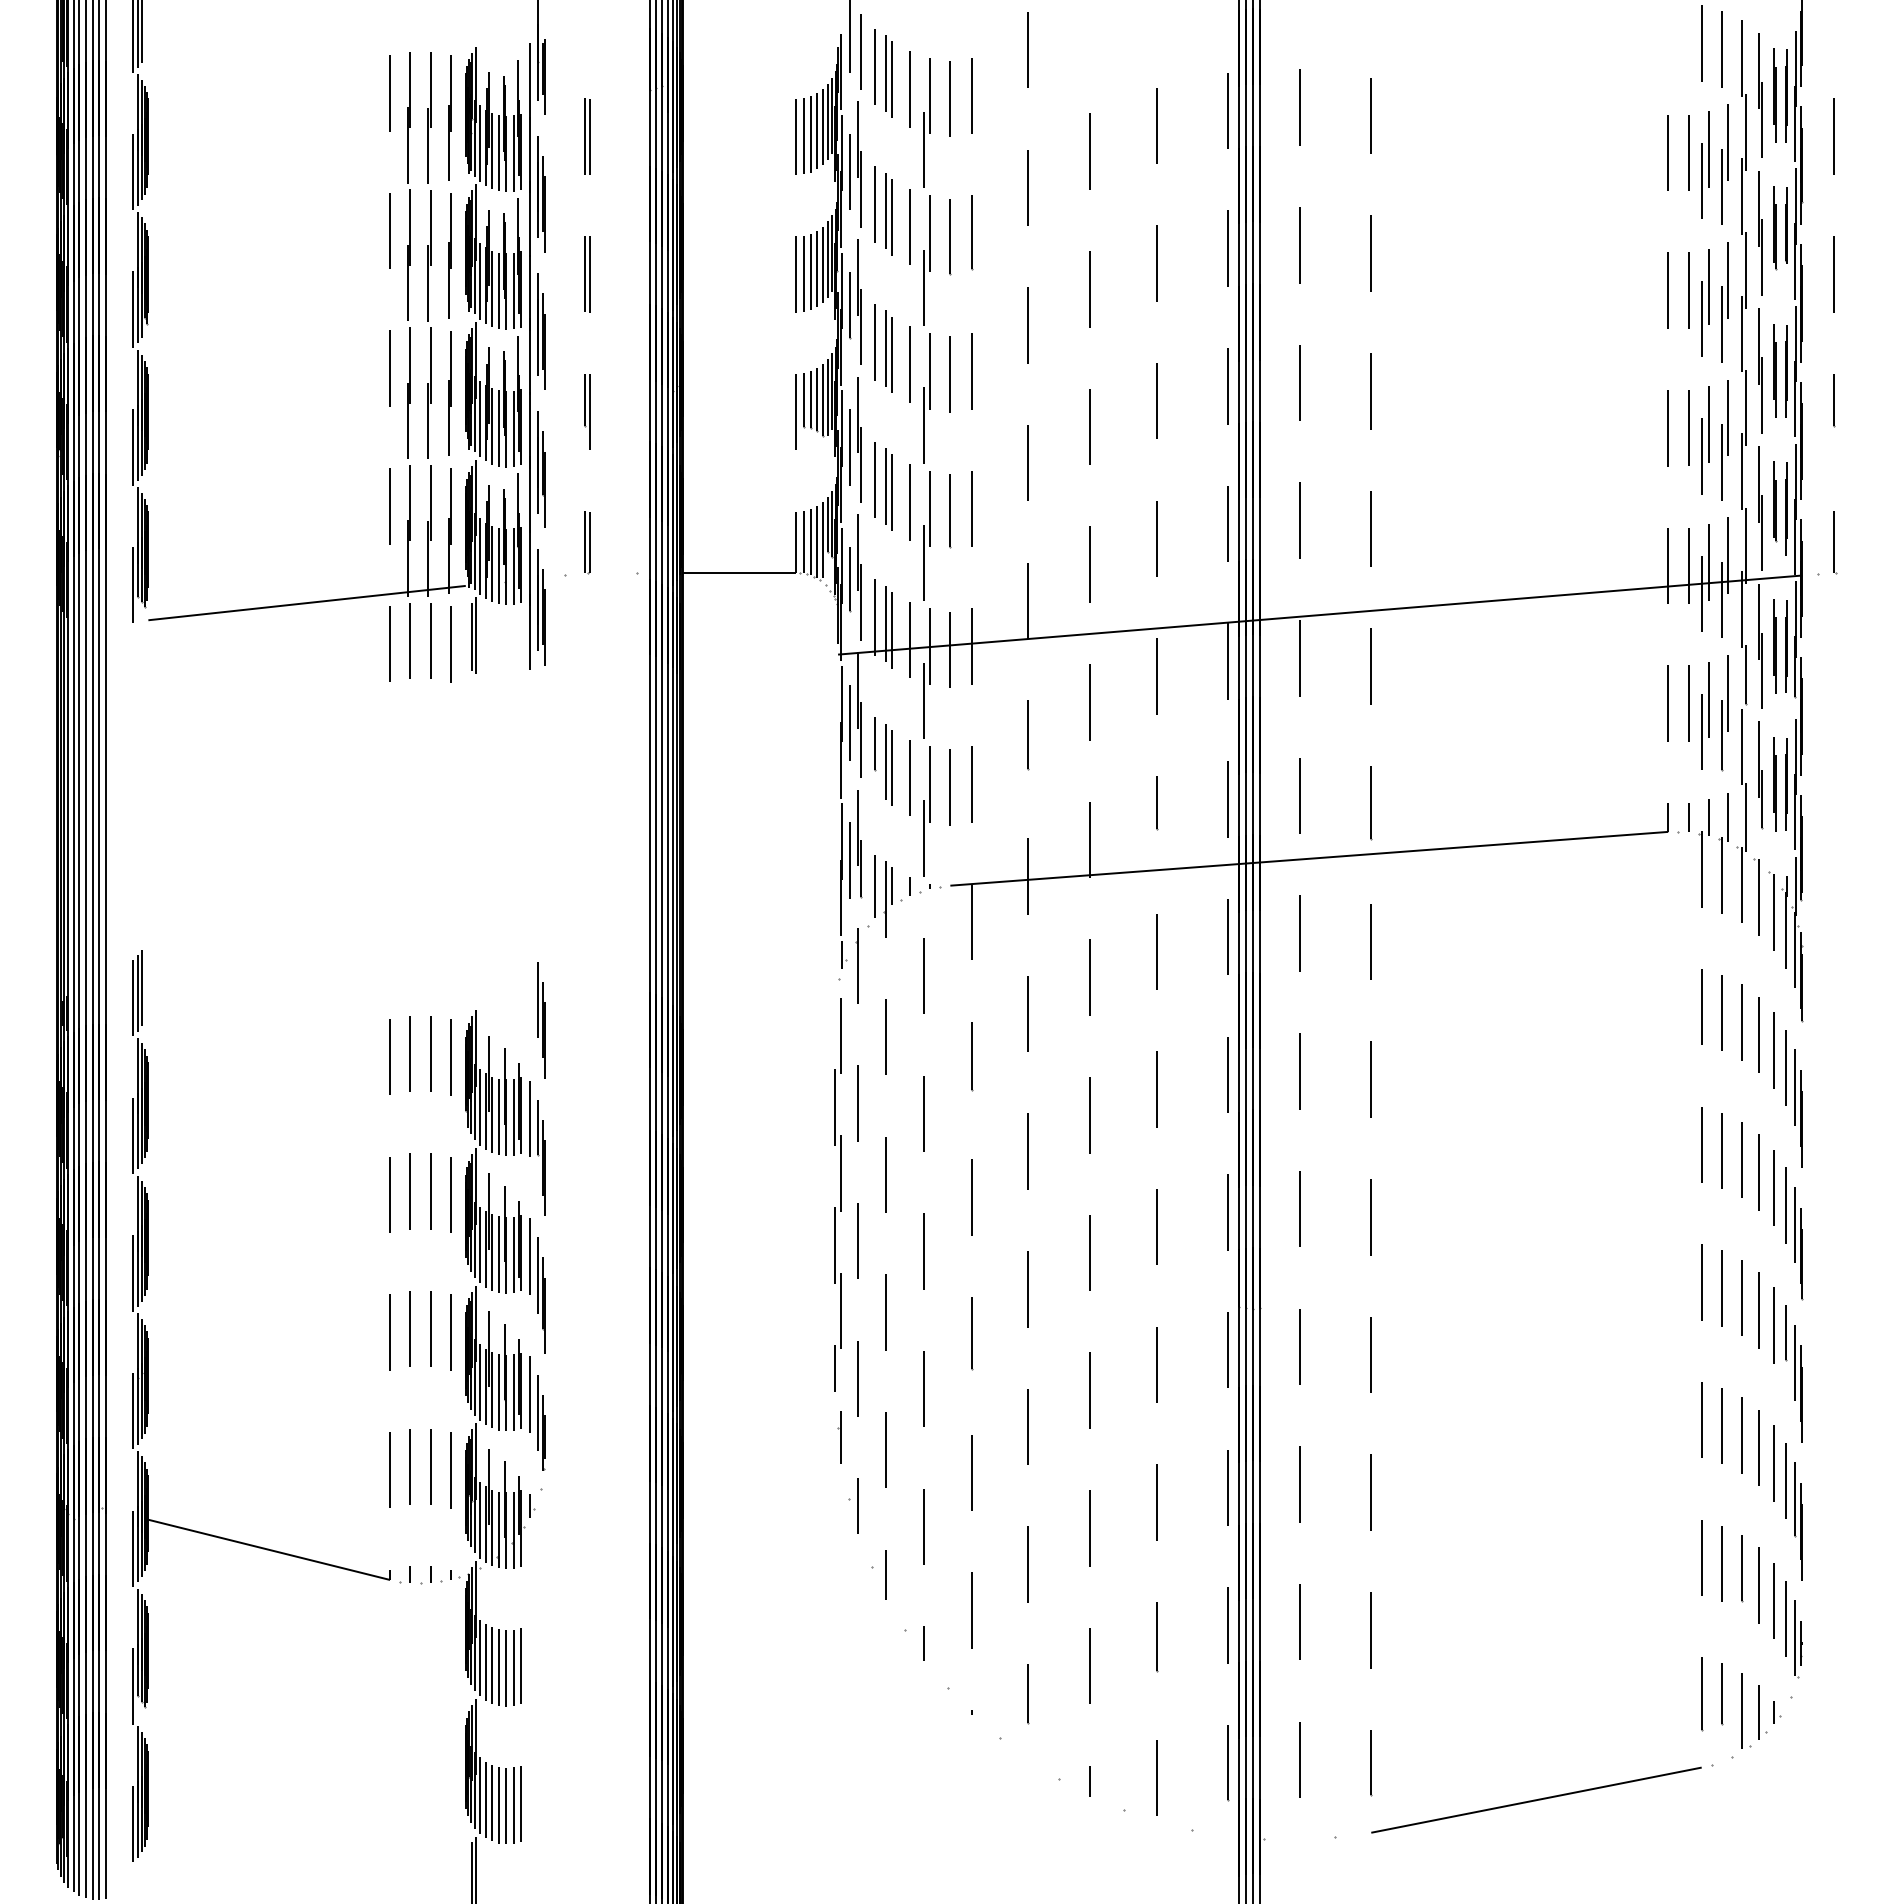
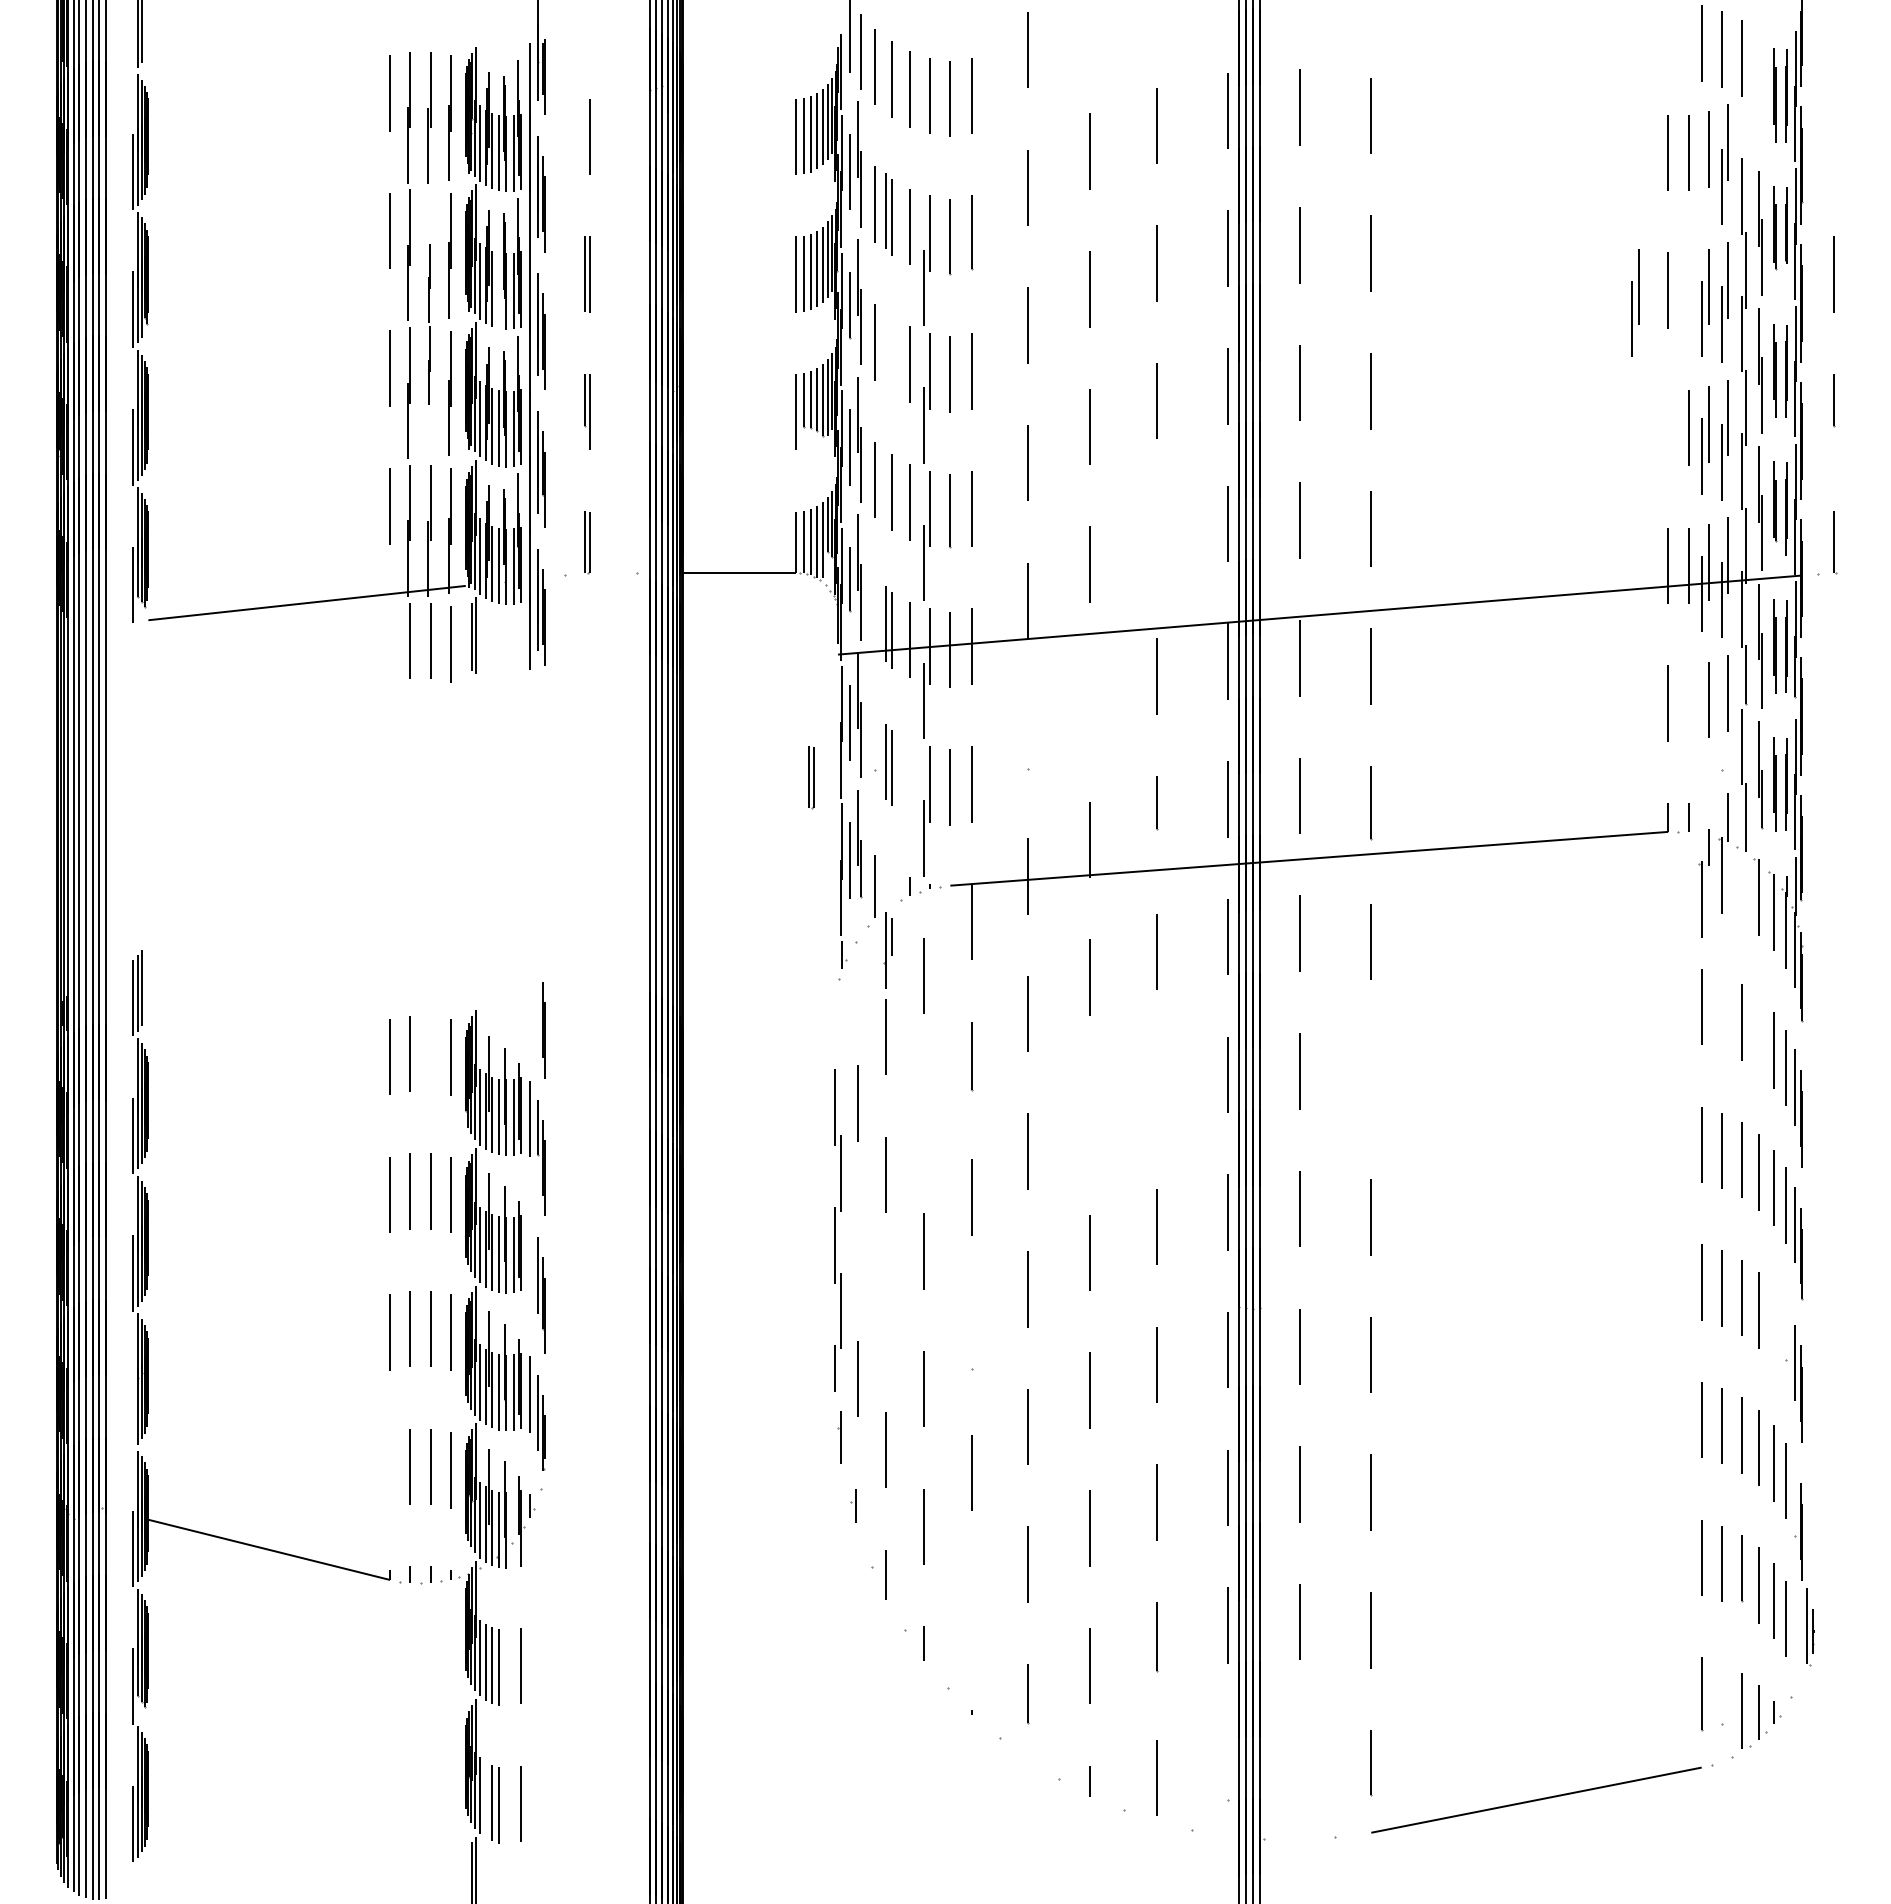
line at (132, 37): present -> none
line at (885, 73): present -> none
part at (1760, 95): present -> none
line at (1746, 132): present -> none
line at (585, 136): present -> none
line at (1834, 136): present -> none
line at (924, 149): present -> none
line at (1701, 180): present -> none
line at (499, 290): present -> none
line at (1688, 290): present -> none
part at (1635, 302): none -> present
part at (429, 324) size: 5x269 px -> 3x161 px
part at (888, 351): present -> none
line at (1667, 428): present -> none
line at (885, 486): present -> none
line at (1157, 538): present -> none
line at (875, 617): present -> none
line at (389, 643): present -> none
line at (1089, 702): present -> none
line at (1688, 703): present -> none
line at (1701, 731): present -> none
line at (1027, 734): present -> none
line at (1722, 734): present -> none
line at (875, 743): present -> none
part at (811, 777): none -> present
line at (909, 777): present -> none
part at (1703, 853) position: (1703, 853) -> (1703, 883)
line at (1741, 884): present -> none
part at (887, 899) position: (887, 899) -> (887, 950)
line at (857, 965): present -> none
line at (538, 999): present -> none
line at (1722, 1012): present -> none
line at (1758, 1034): present -> none
line at (840, 1035): present -> none
line at (430, 1053): present -> none
line at (1370, 1079): present -> none
line at (1156, 1089): present -> none
line at (924, 1113): present -> none
line at (1089, 1115): present -> none
line at (857, 1240): present -> none
line at (530, 1256): present -> none
line at (885, 1312): present -> none
line at (1773, 1325): present -> none
line at (971, 1332): present -> none
line at (1786, 1332): present -> none
line at (132, 1410): present -> none
line at (390, 1469): present -> none
line at (1795, 1498): present -> none
part at (853, 1505) size: 11x56 px -> 7x34 px
line at (513, 1530): present -> none
line at (971, 1610): present -> none
part at (1798, 1639) position: (1798, 1639) -> (1810, 1627)
line at (513, 1667): present -> none
line at (506, 1668): present -> none
line at (1722, 1693): present -> none
line at (1299, 1759): present -> none
line at (1227, 1762): present -> none
line at (485, 1799): present -> none
line at (506, 1805): present -> none
line at (513, 1805): present -> none
